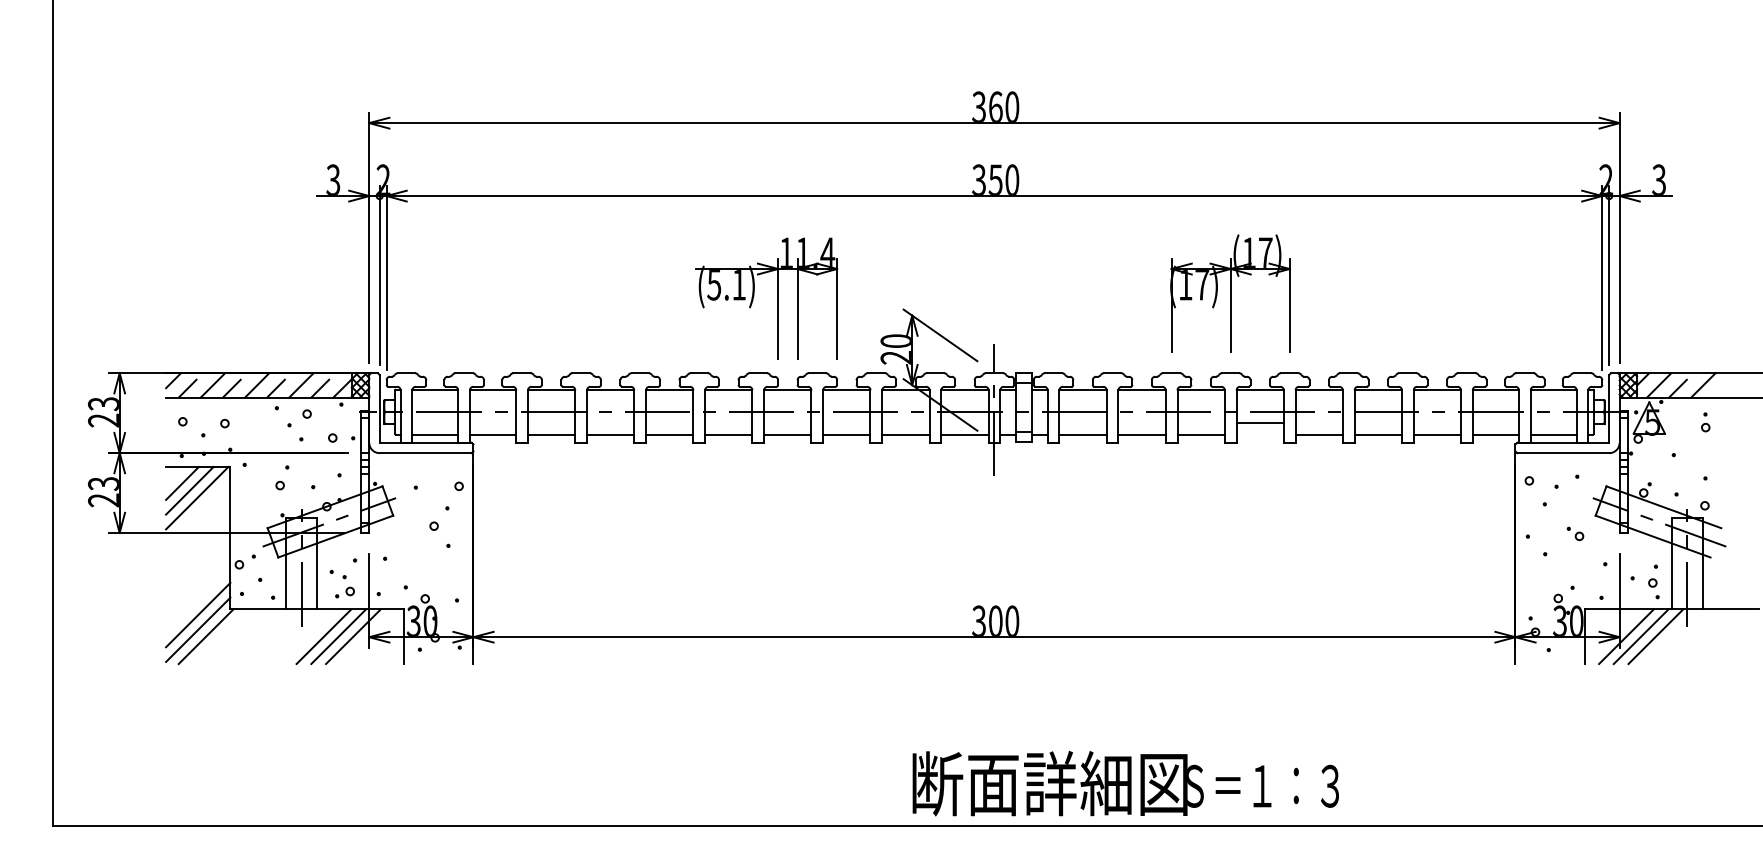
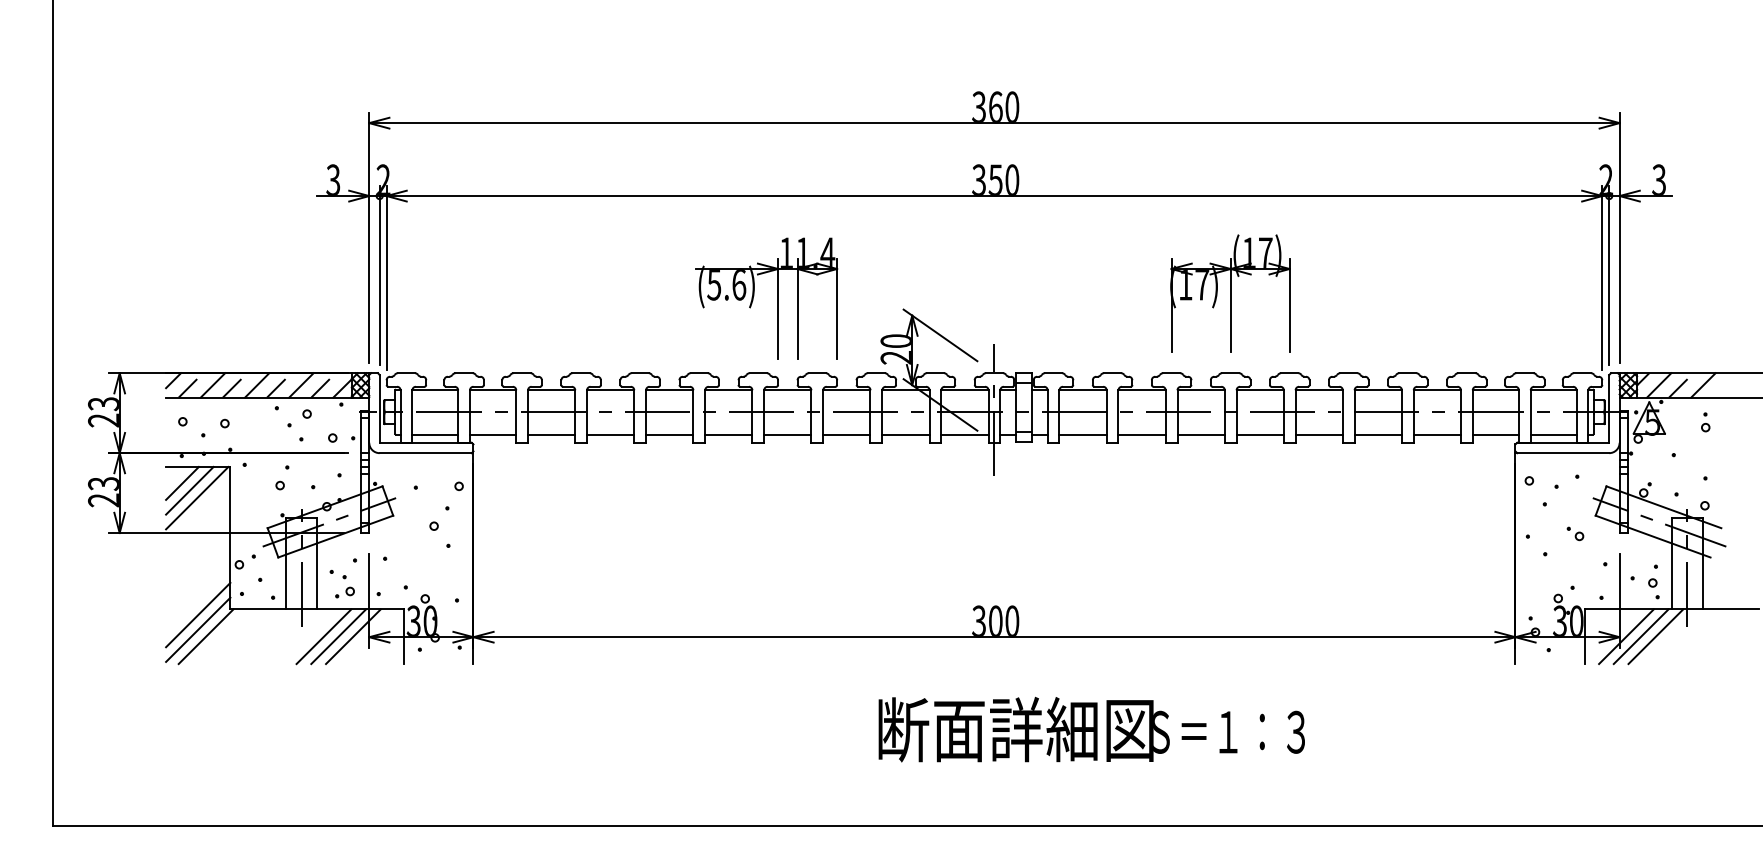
text at (739, 285): (5.1) -> (5.6)
line at (1259, 422) position: (1259, 422) -> (1259, 434)
text at (1125, 783) position: (1125, 783) -> (1091, 729)
